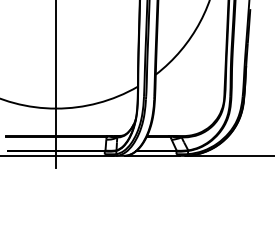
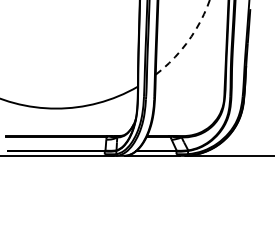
arc at (188, 41): solid -> dashed
line at (56, 84): present -> none
